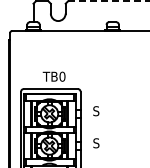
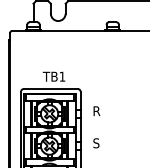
line at (109, 1): dashed -> solid
text at (62, 76): TB0 -> TB1
text at (96, 111): S -> R
